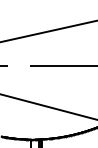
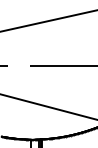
line at (48, 31) position: (48, 31) -> (48, 20)
